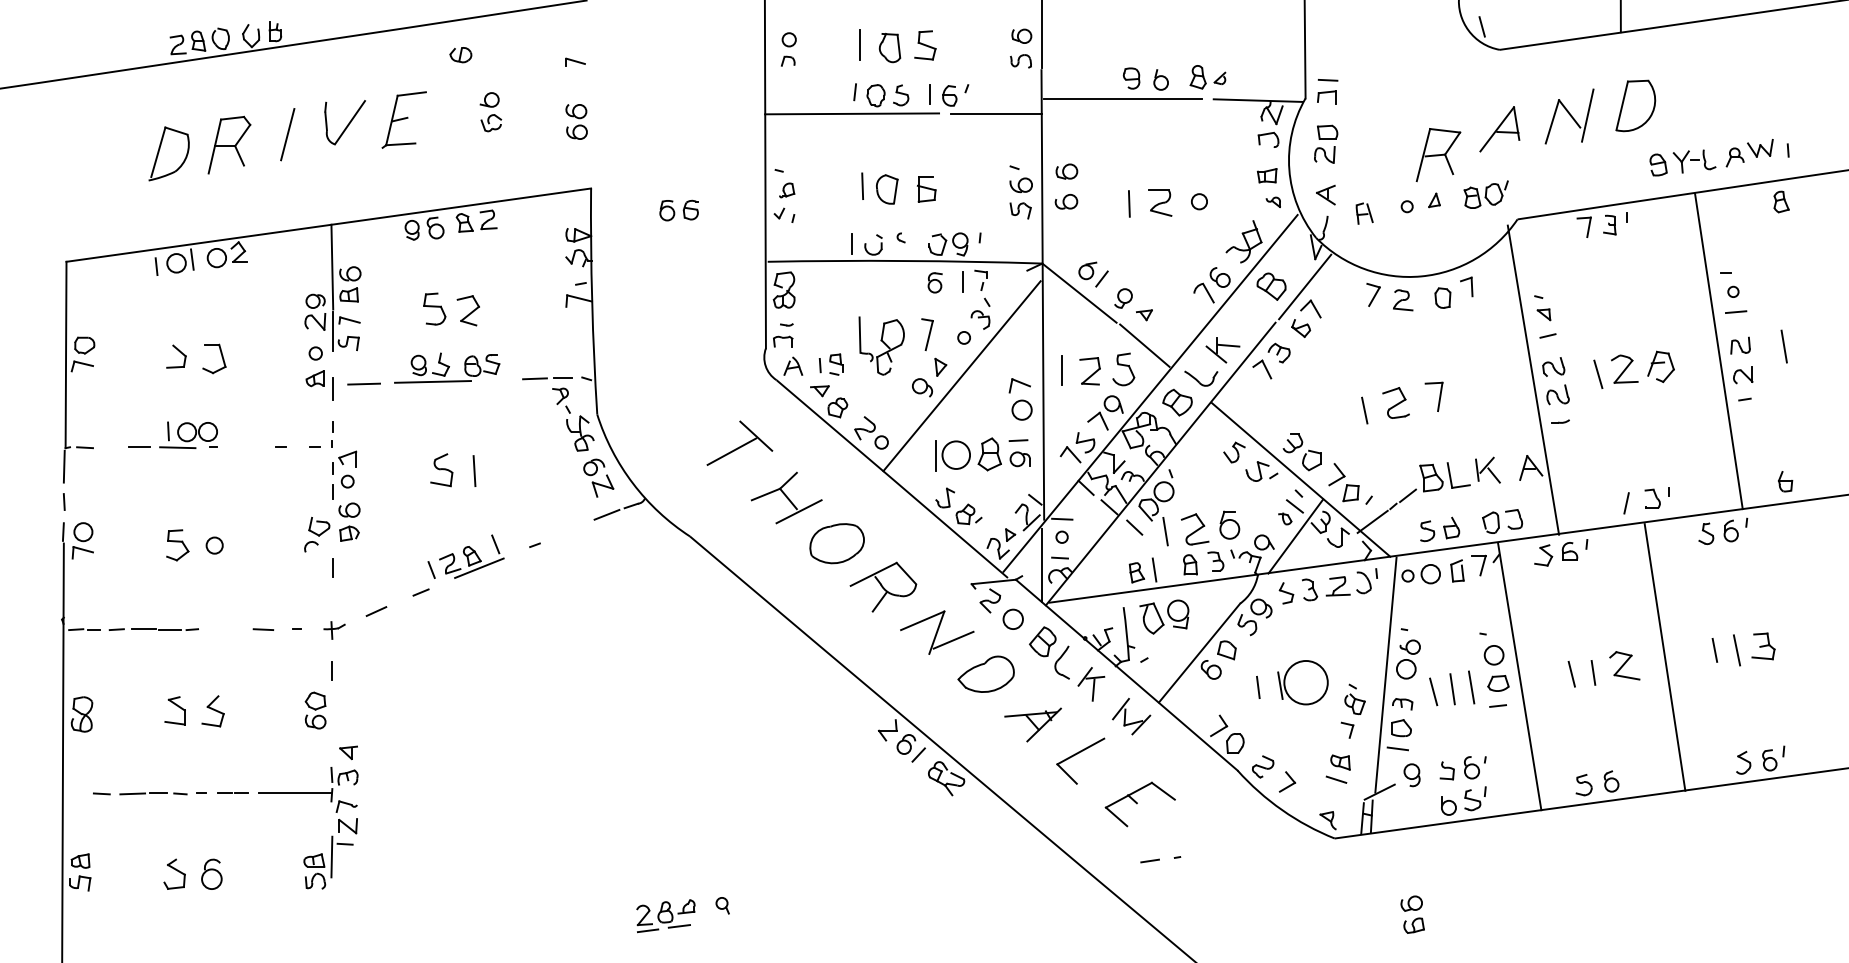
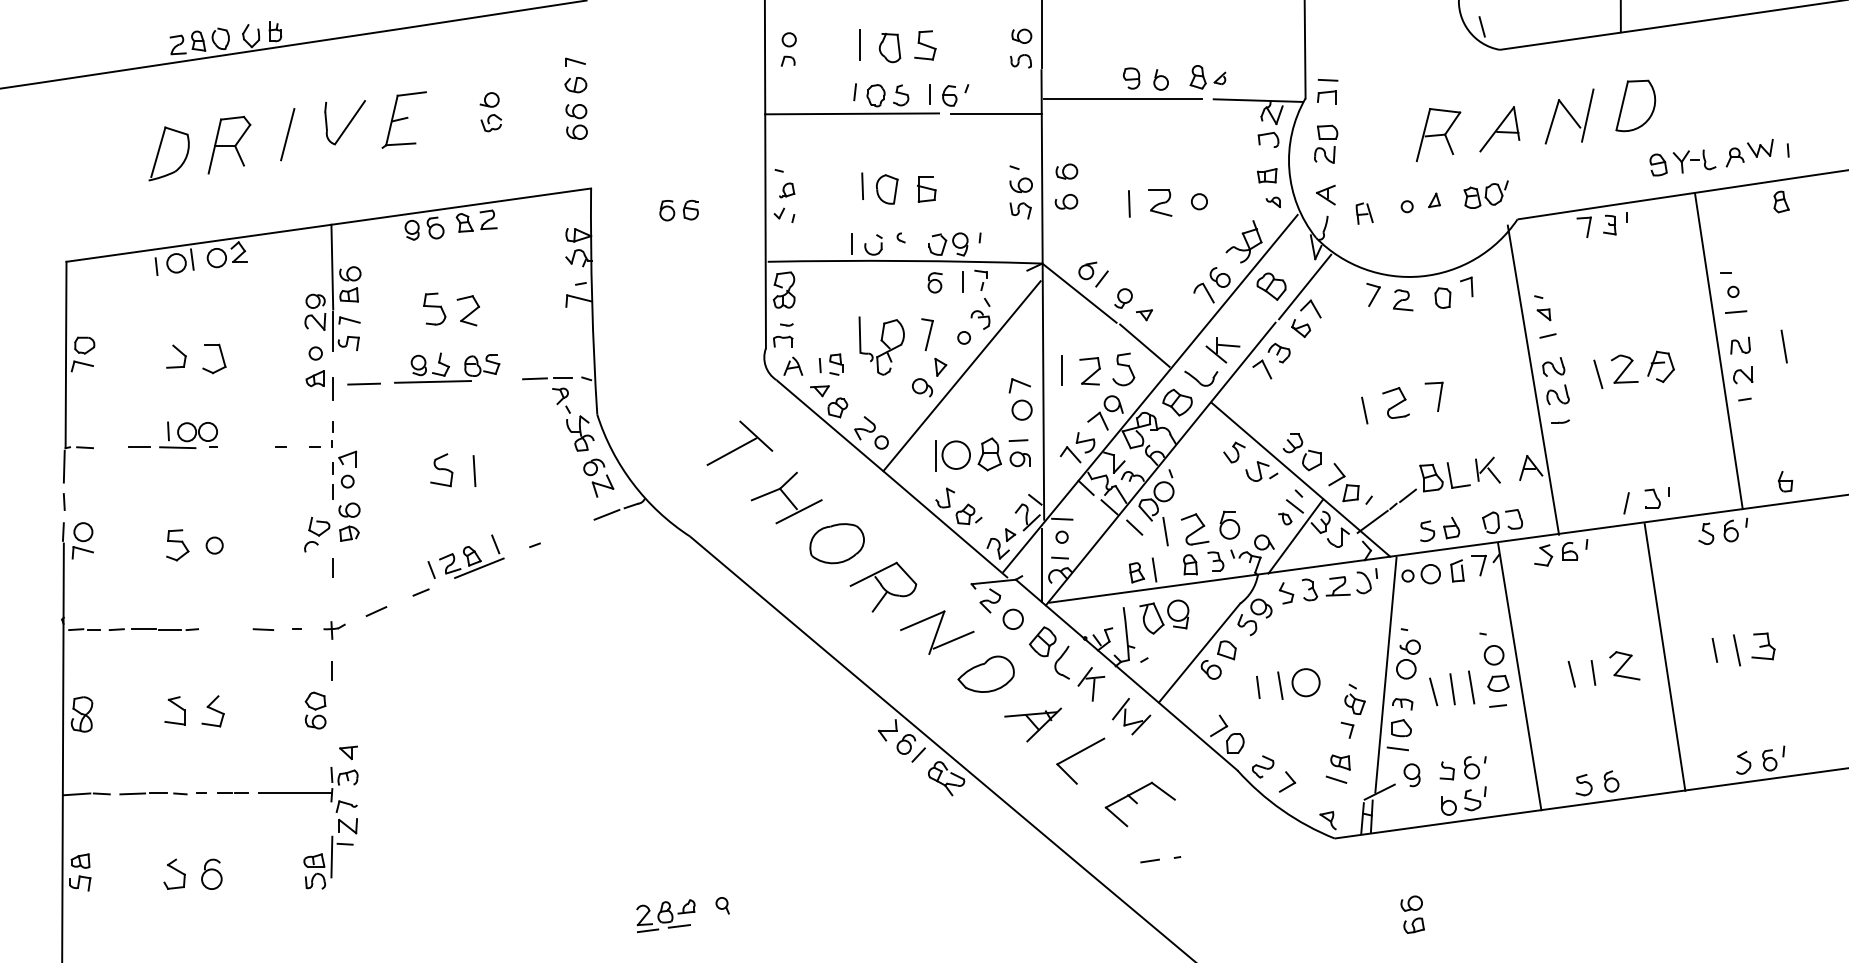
part at (460, 55) position: (460, 55) -> (575, 85)
part at (1438, 155) position: (1438, 155) -> (1438, 135)
circle at (1305, 682) diameter: 43 px -> 27 px
line at (76, 794): none -> present
